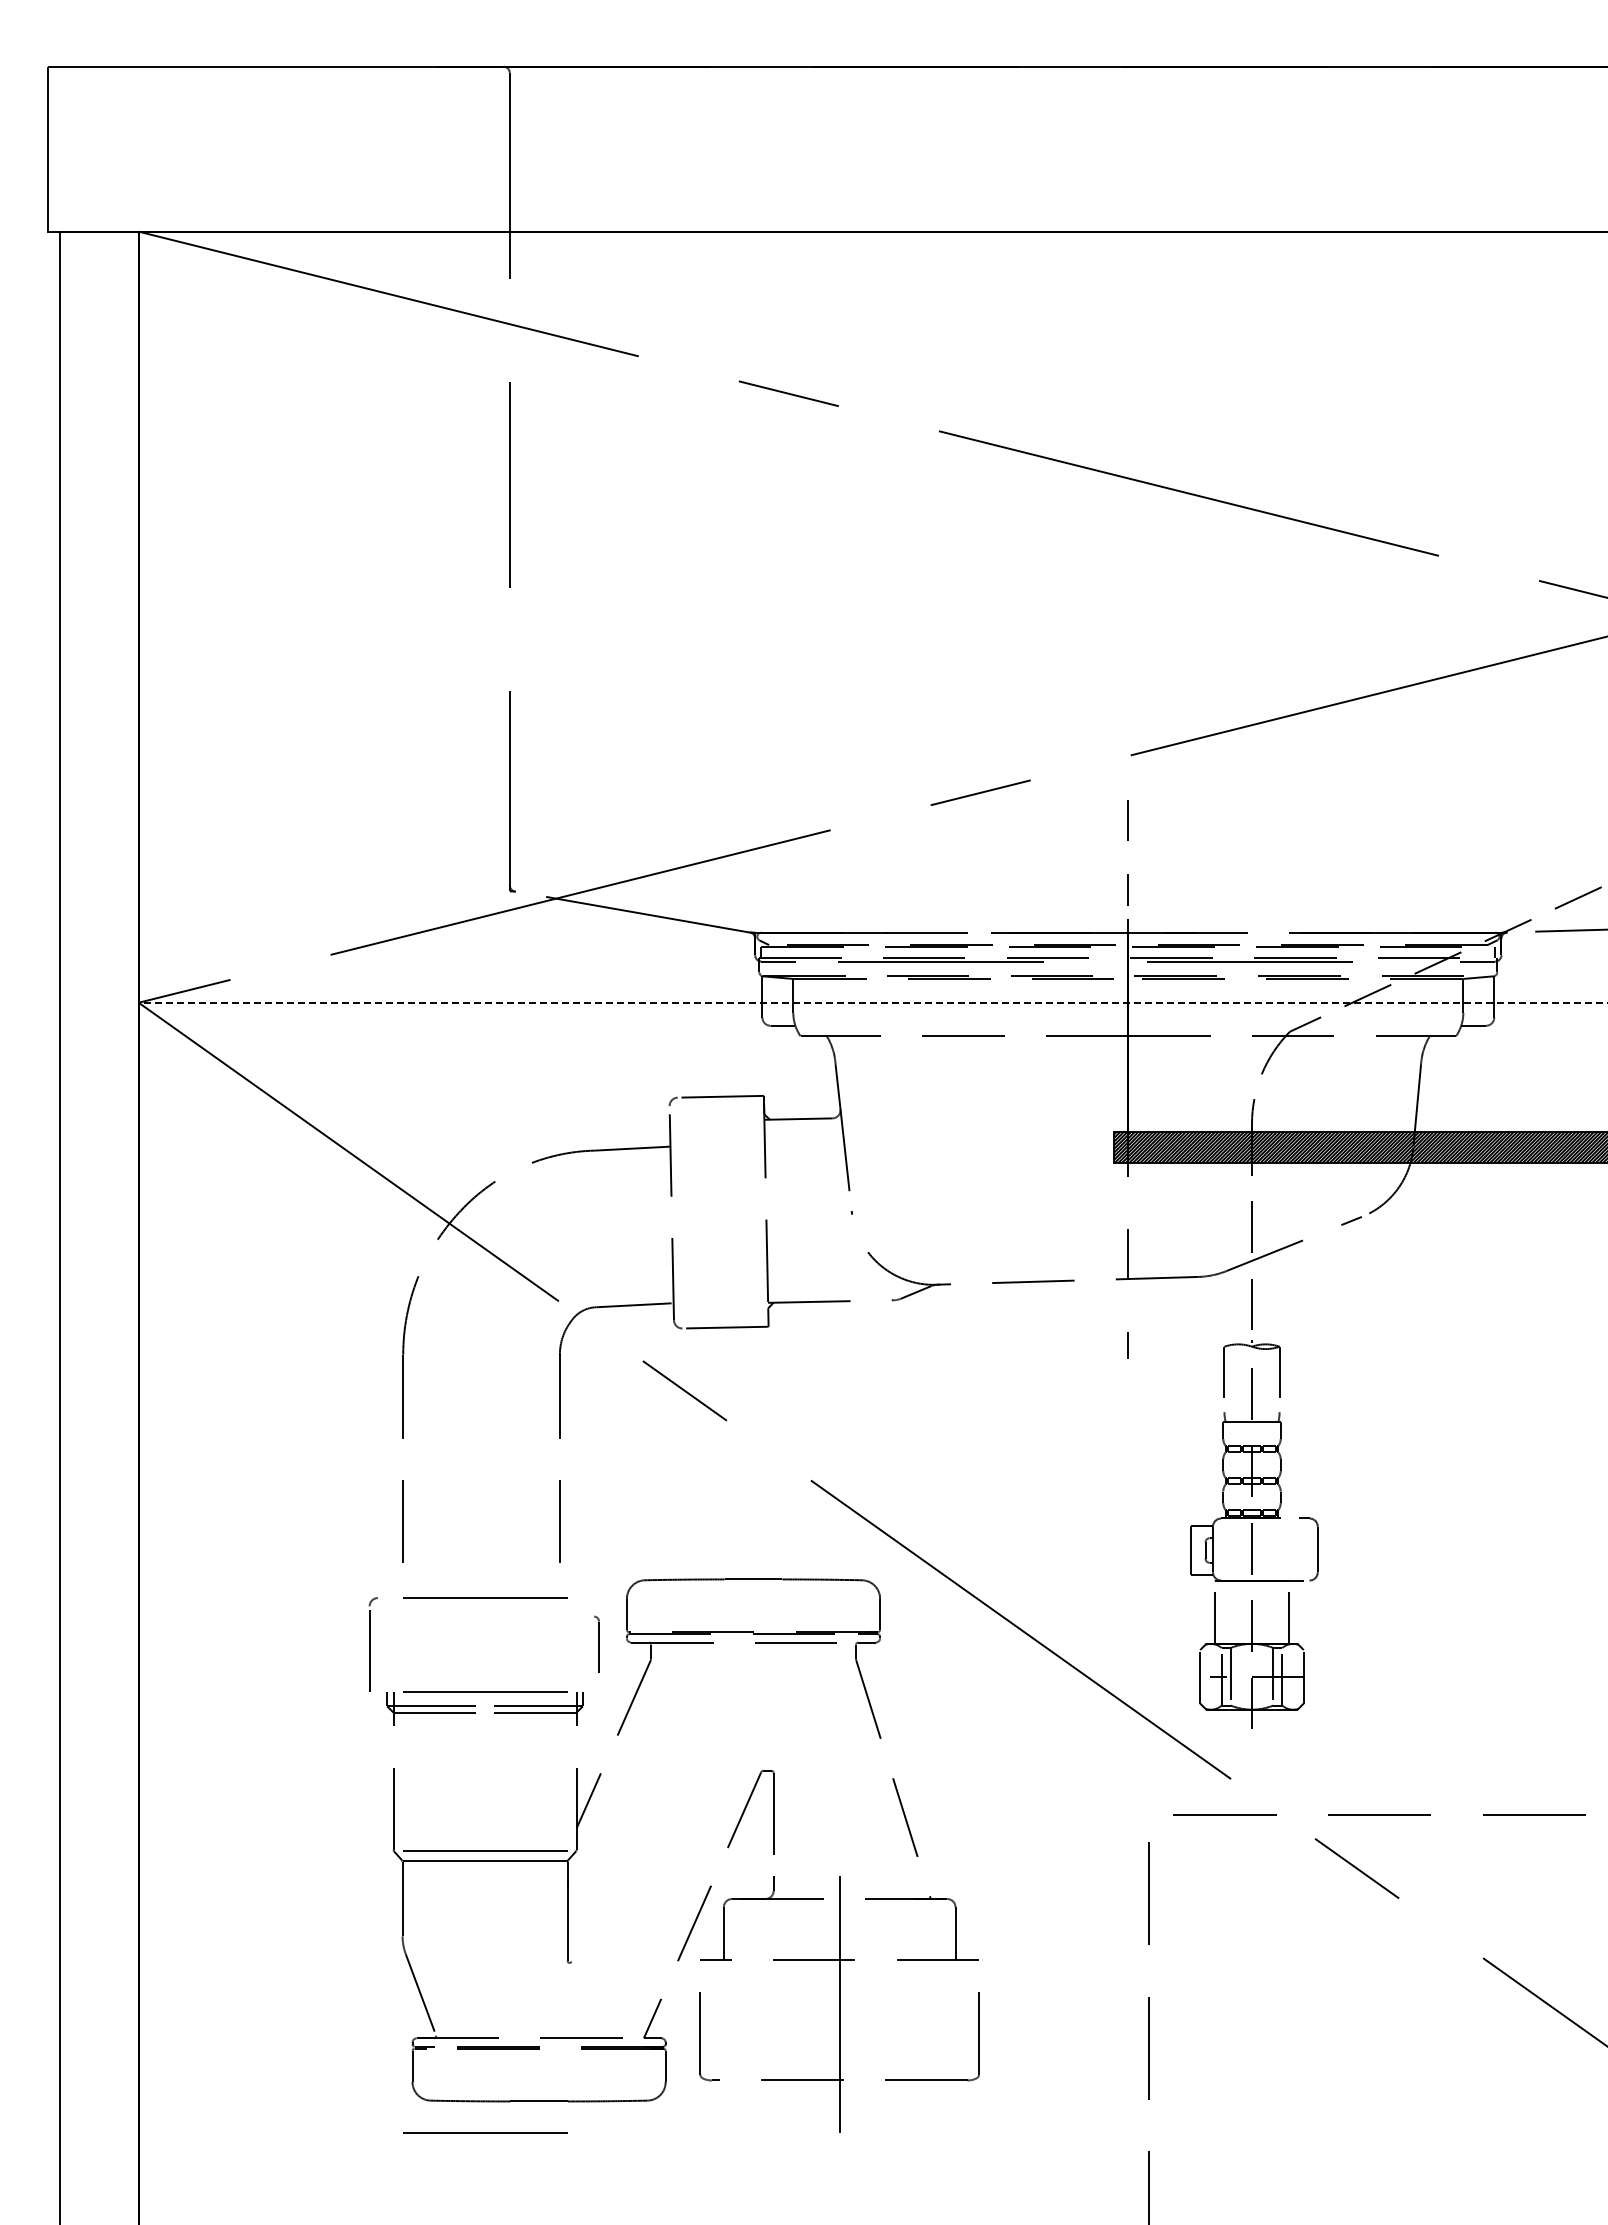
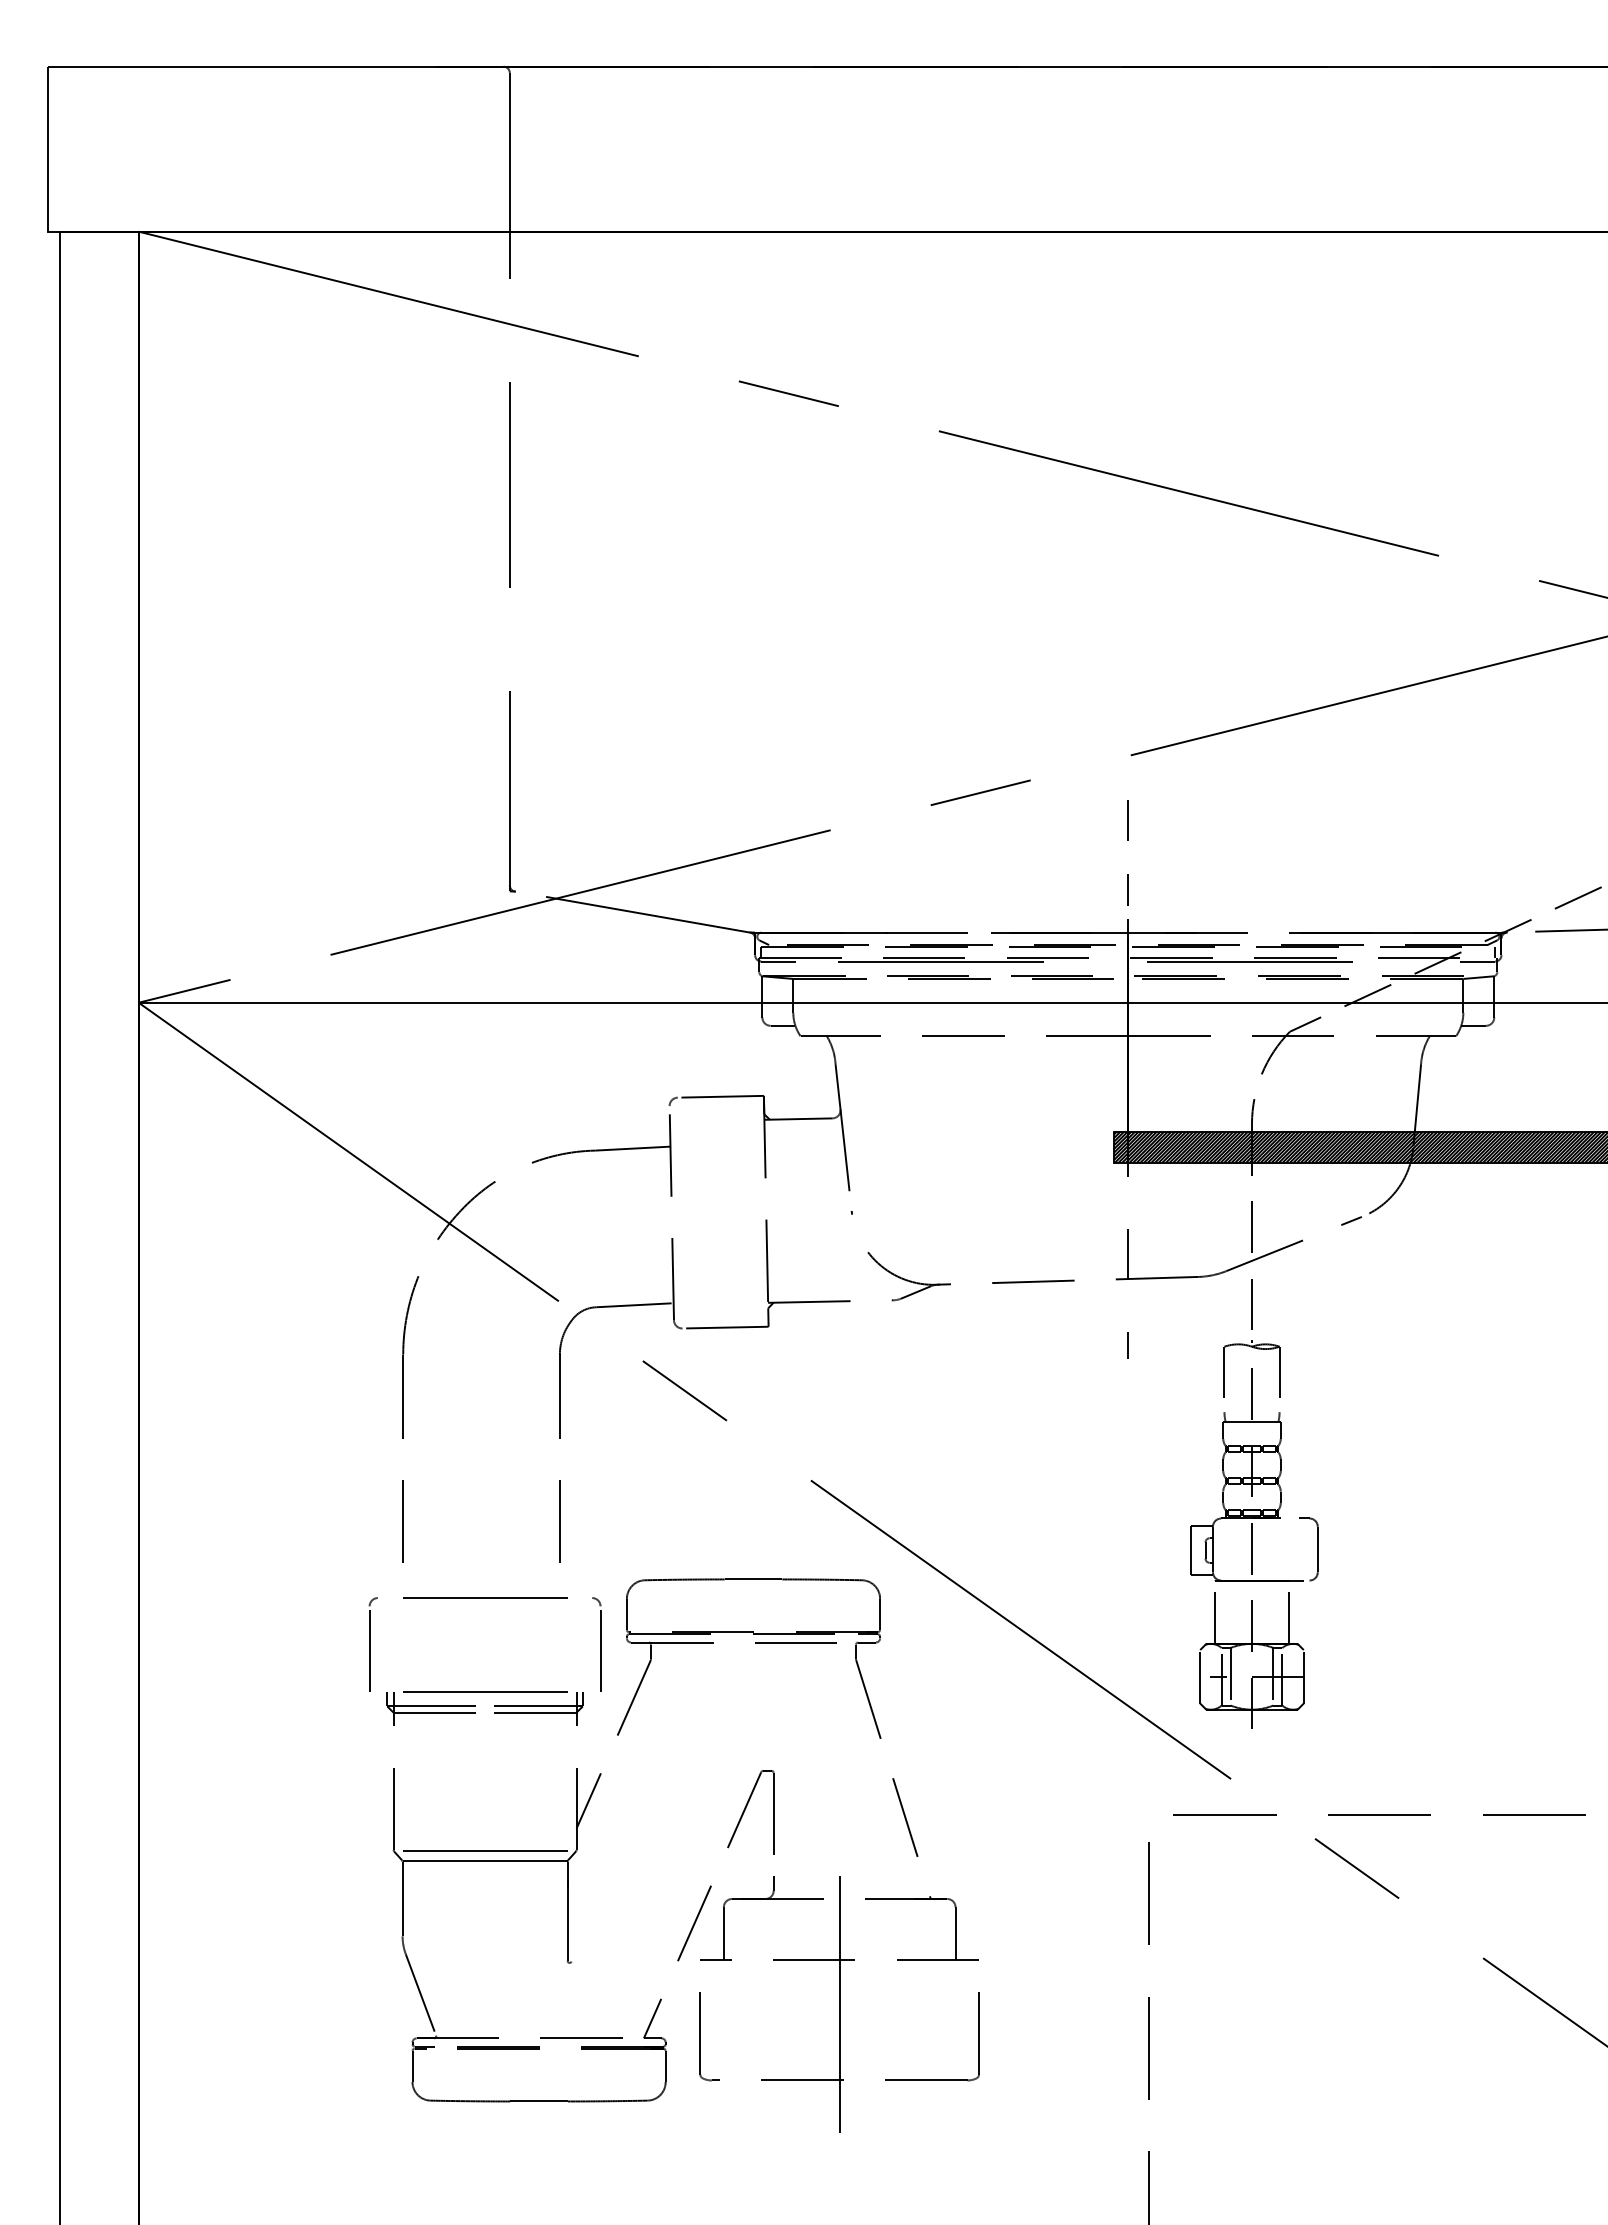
line at (872, 1002): dashed -> solid
part at (596, 1643) size: 6x58 px -> 10x95 px
line at (485, 2132): present -> none
